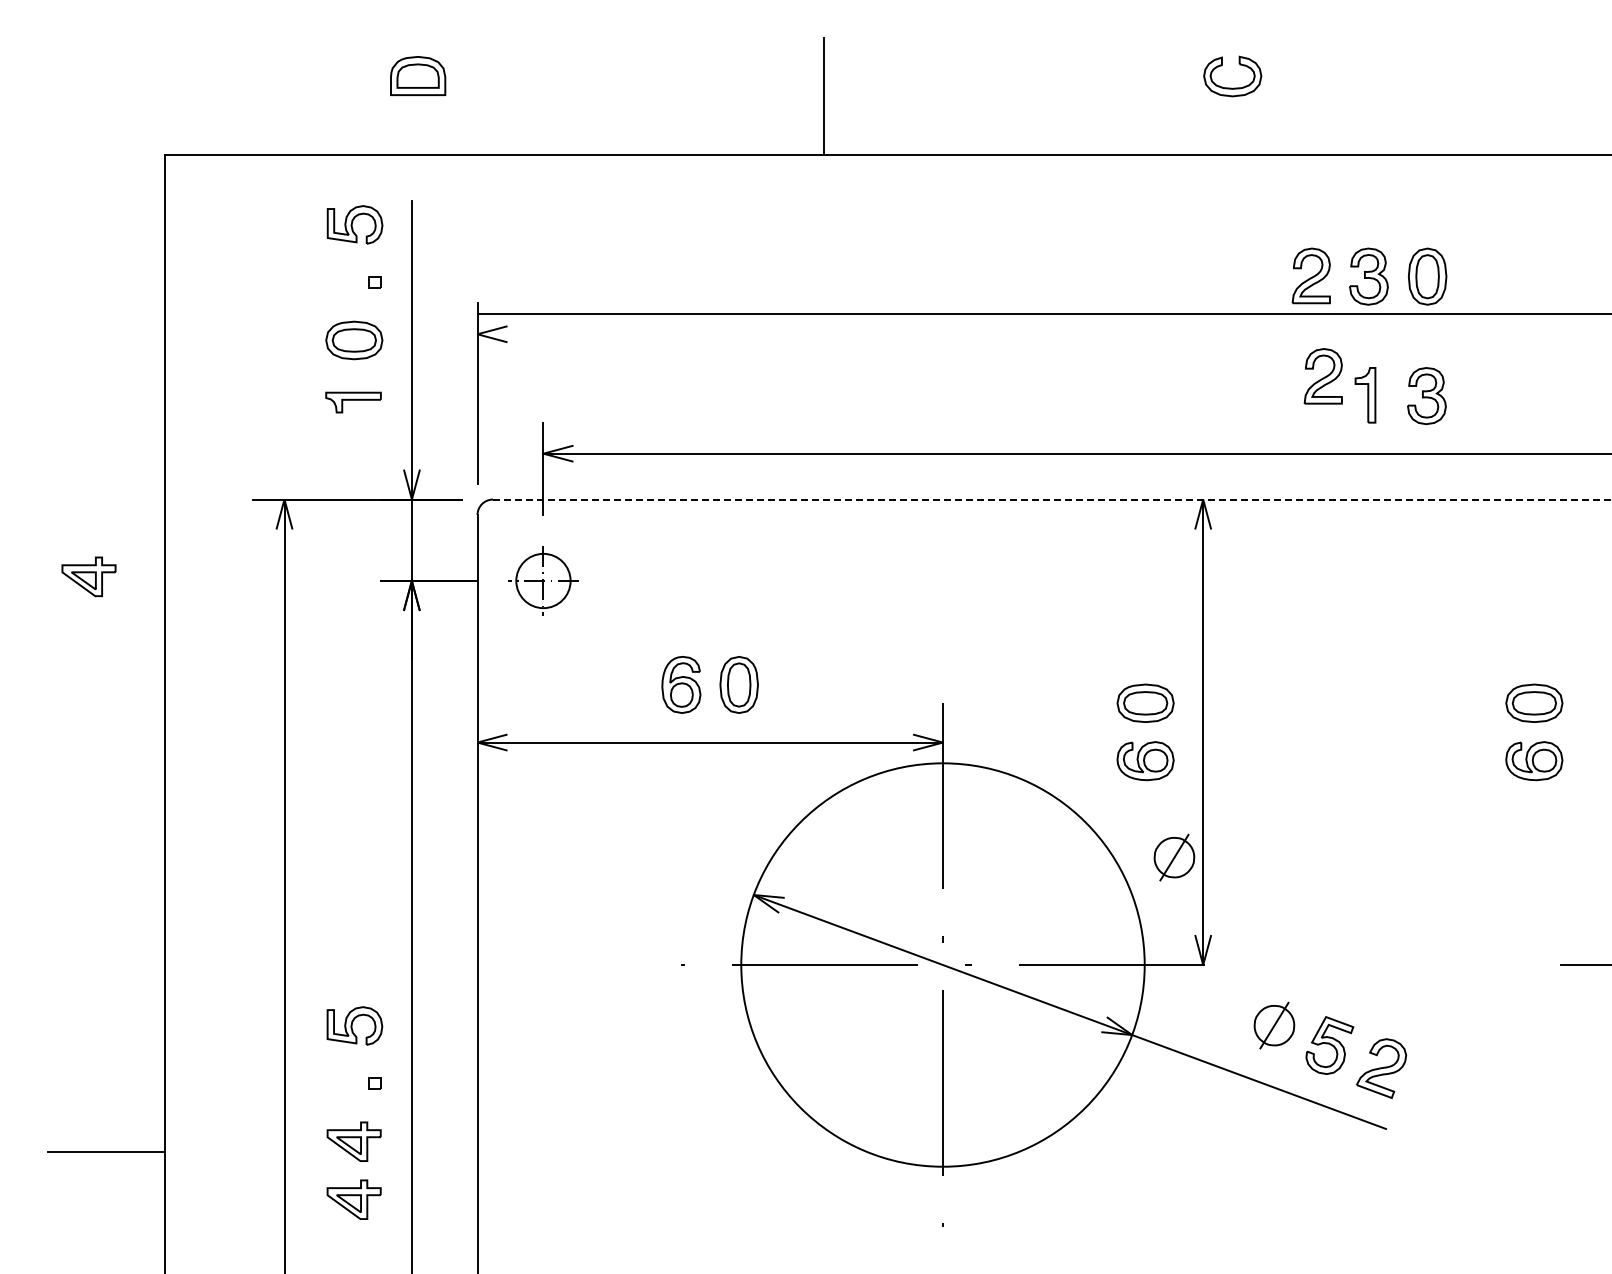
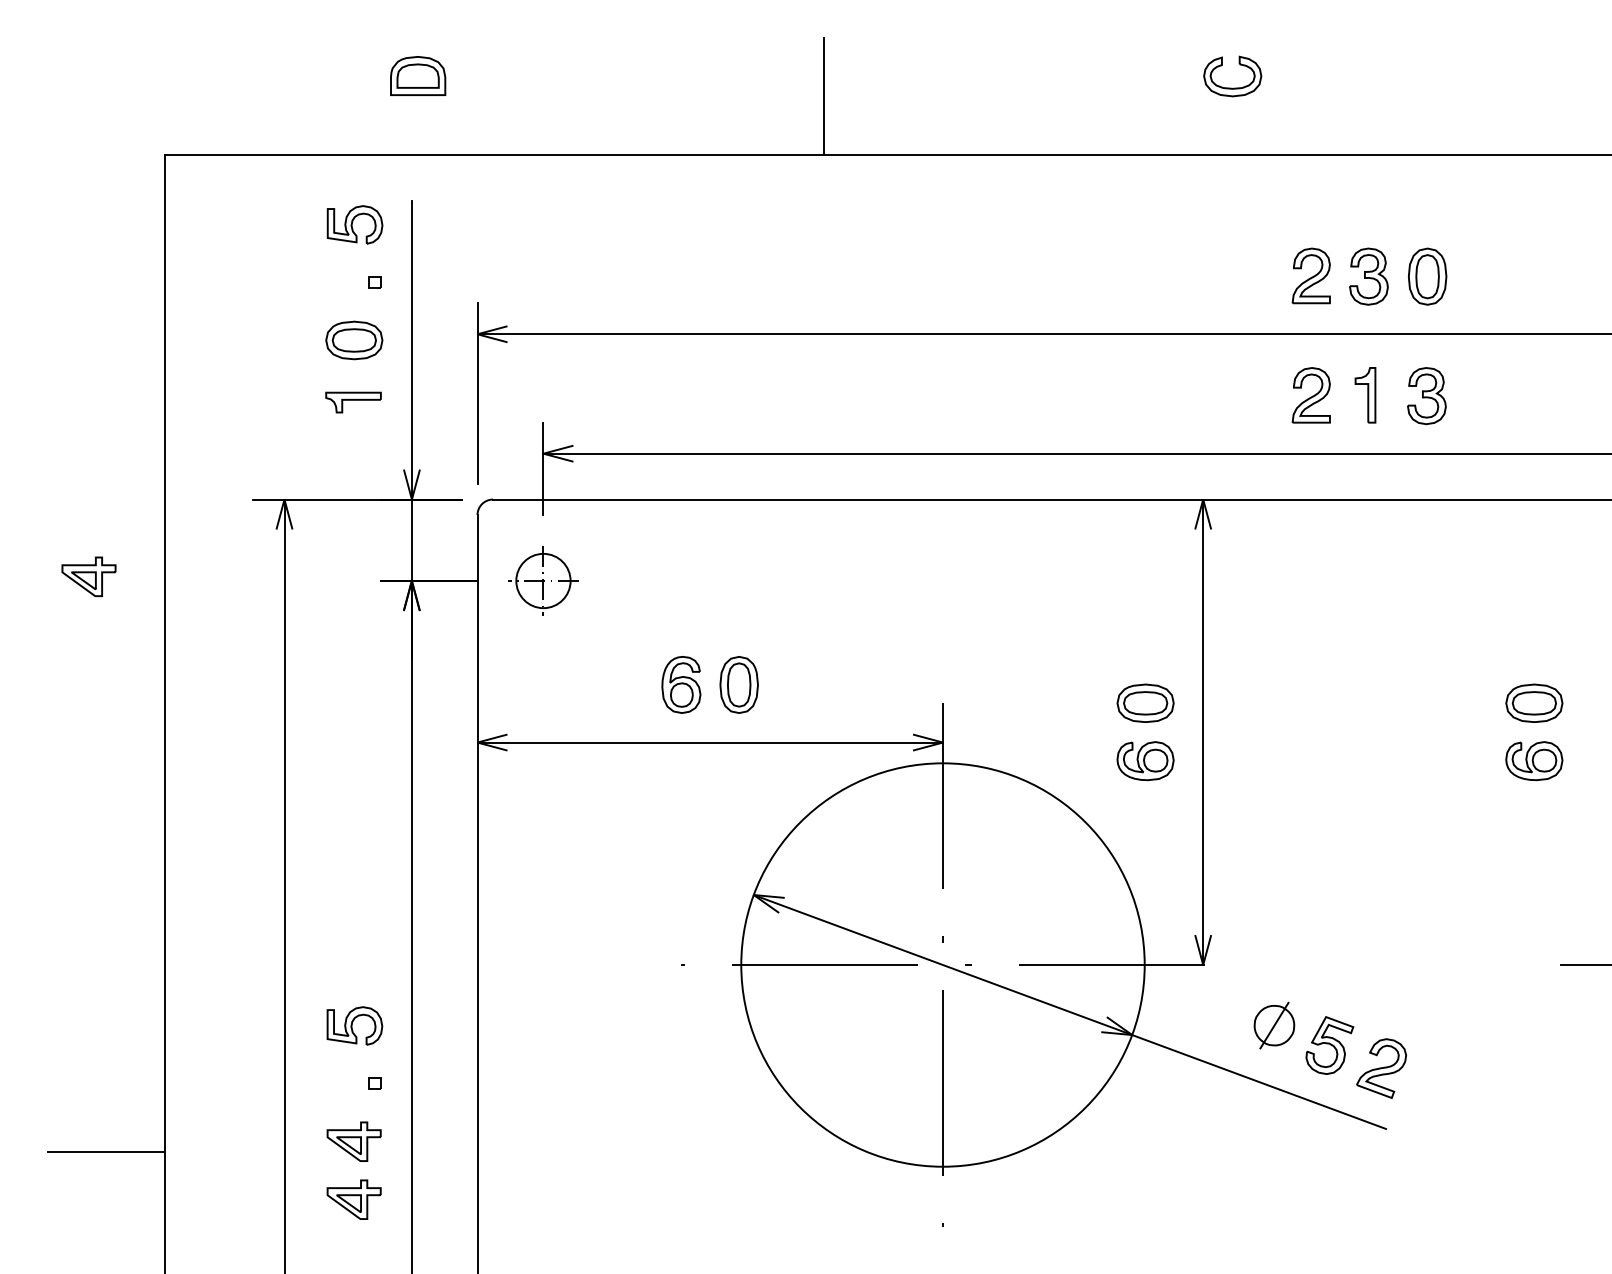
line at (1042, 314) position: (1042, 314) -> (1042, 334)
part at (1322, 376) position: (1322, 376) -> (1310, 395)
line at (1052, 499): dashed -> solid
part at (1174, 857): present -> none
